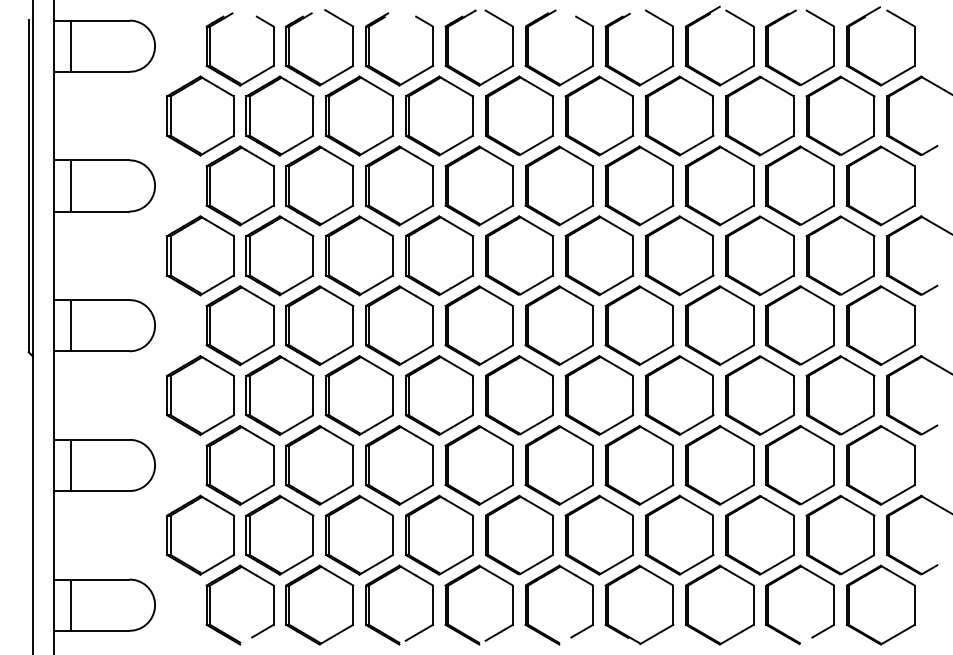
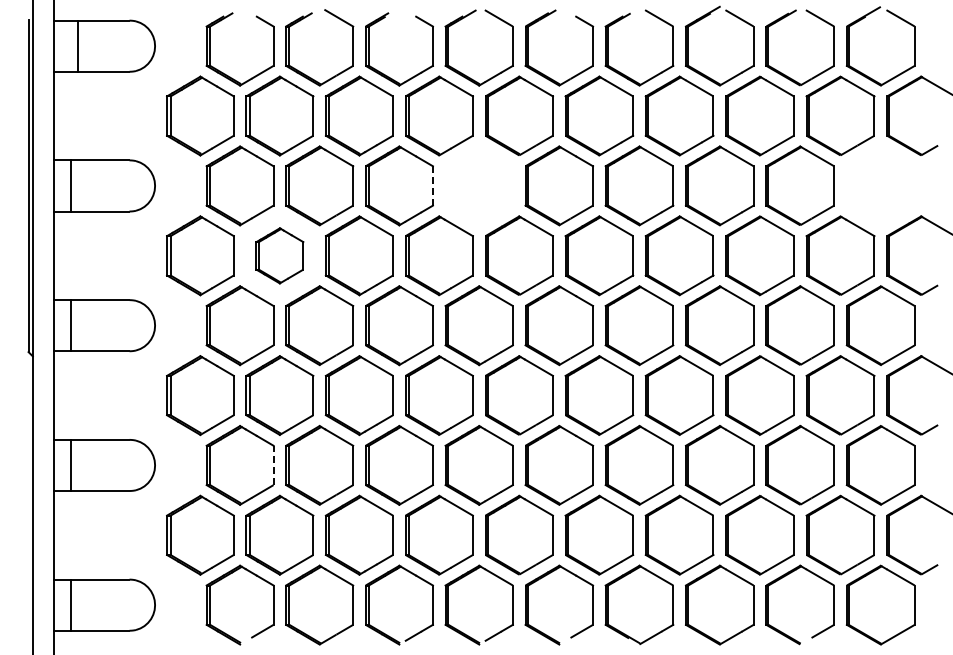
line at (71, 45) position: (71, 45) -> (78, 45)
line at (432, 185): solid -> dashed
part at (478, 185): present -> none
part at (880, 185): present -> none
part at (279, 255) size: 70x82 px -> 50x58 px
line at (273, 465): solid -> dashed
